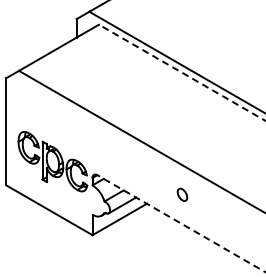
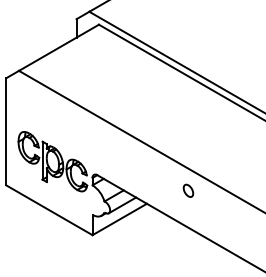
line at (181, 72): dashed -> solid
part at (182, 194) position: (182, 194) -> (188, 190)
line at (181, 223): dashed -> solid
